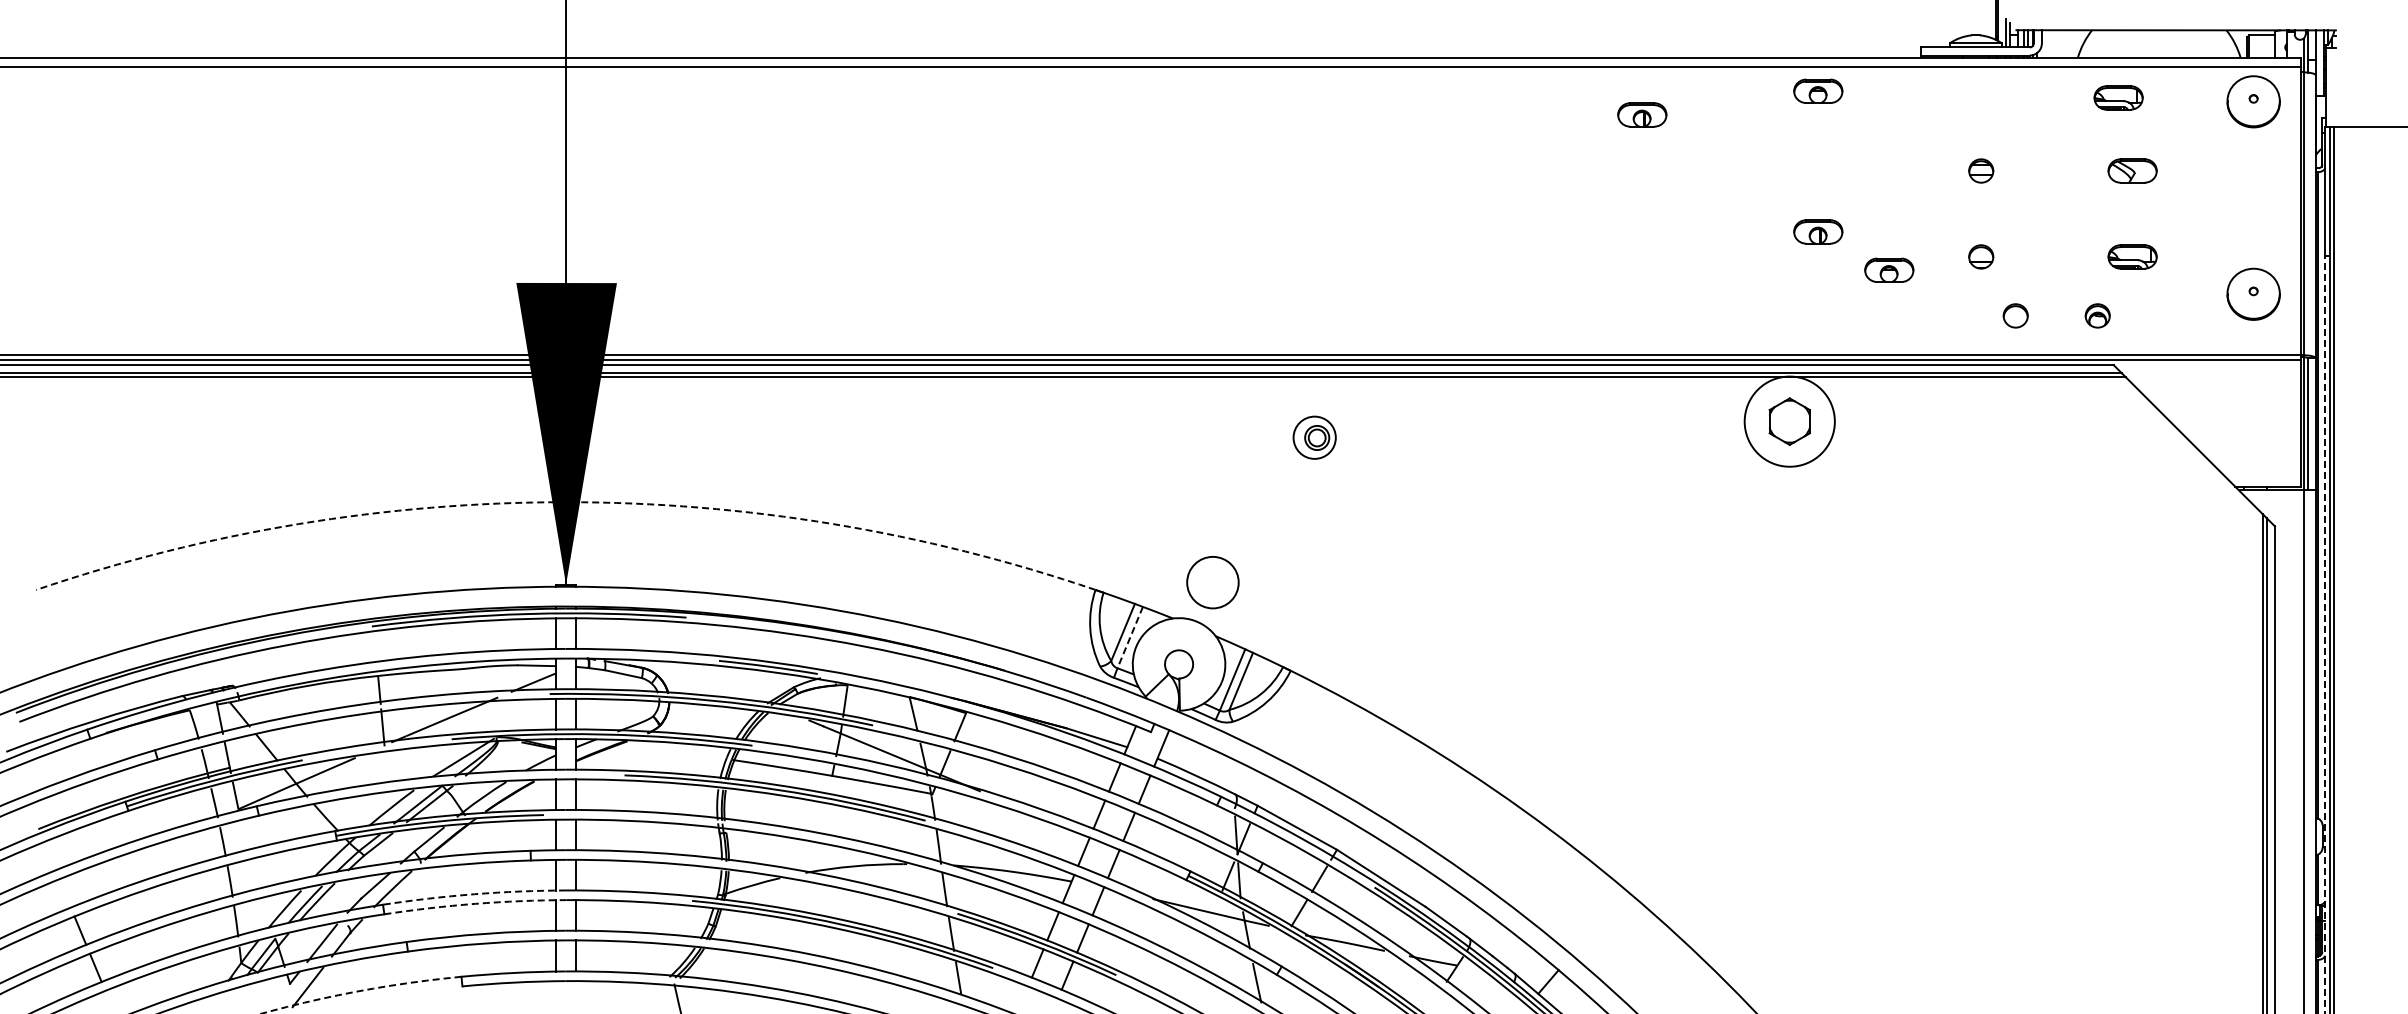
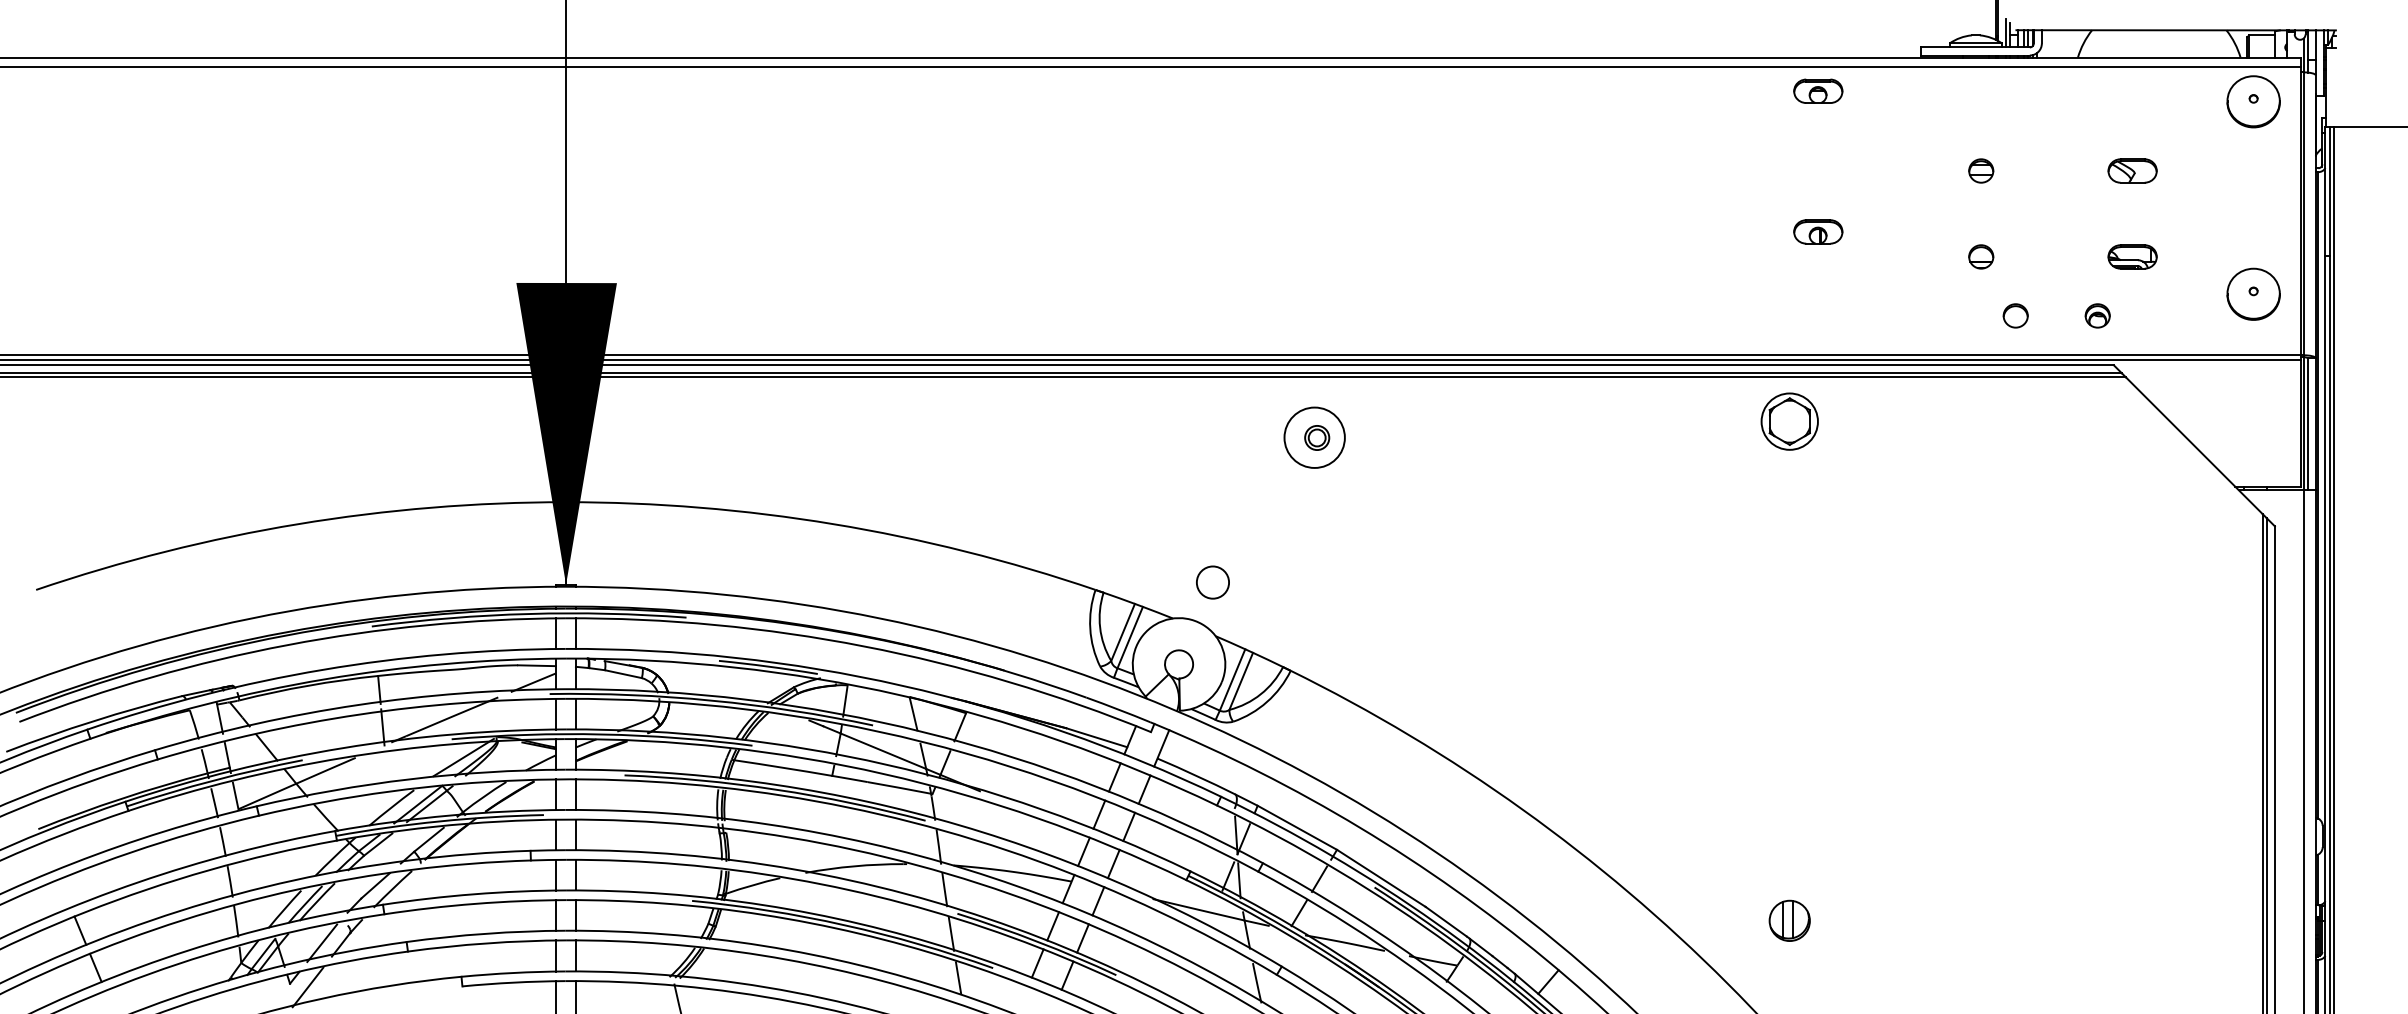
part at (2118, 97): present -> none
part at (1642, 114): present -> none
part at (1889, 269): present -> none
circle at (1789, 421) diameter: 90 px -> 56 px
circle at (1314, 437) diameter: 42 px -> 60 px
arc at (565, 502): dashed -> solid
circle at (1212, 582) size: 54x54 px -> 34x35 px
line at (2325, 634): dashed -> solid
line at (1130, 638): dashed -> solid
arc at (474, 894): dashed -> solid
arc at (475, 903): dashed -> solid
part at (1789, 920): none -> present
arc at (361, 990): dashed -> solid
line at (555, 995): none -> present
line at (575, 995): none -> present
